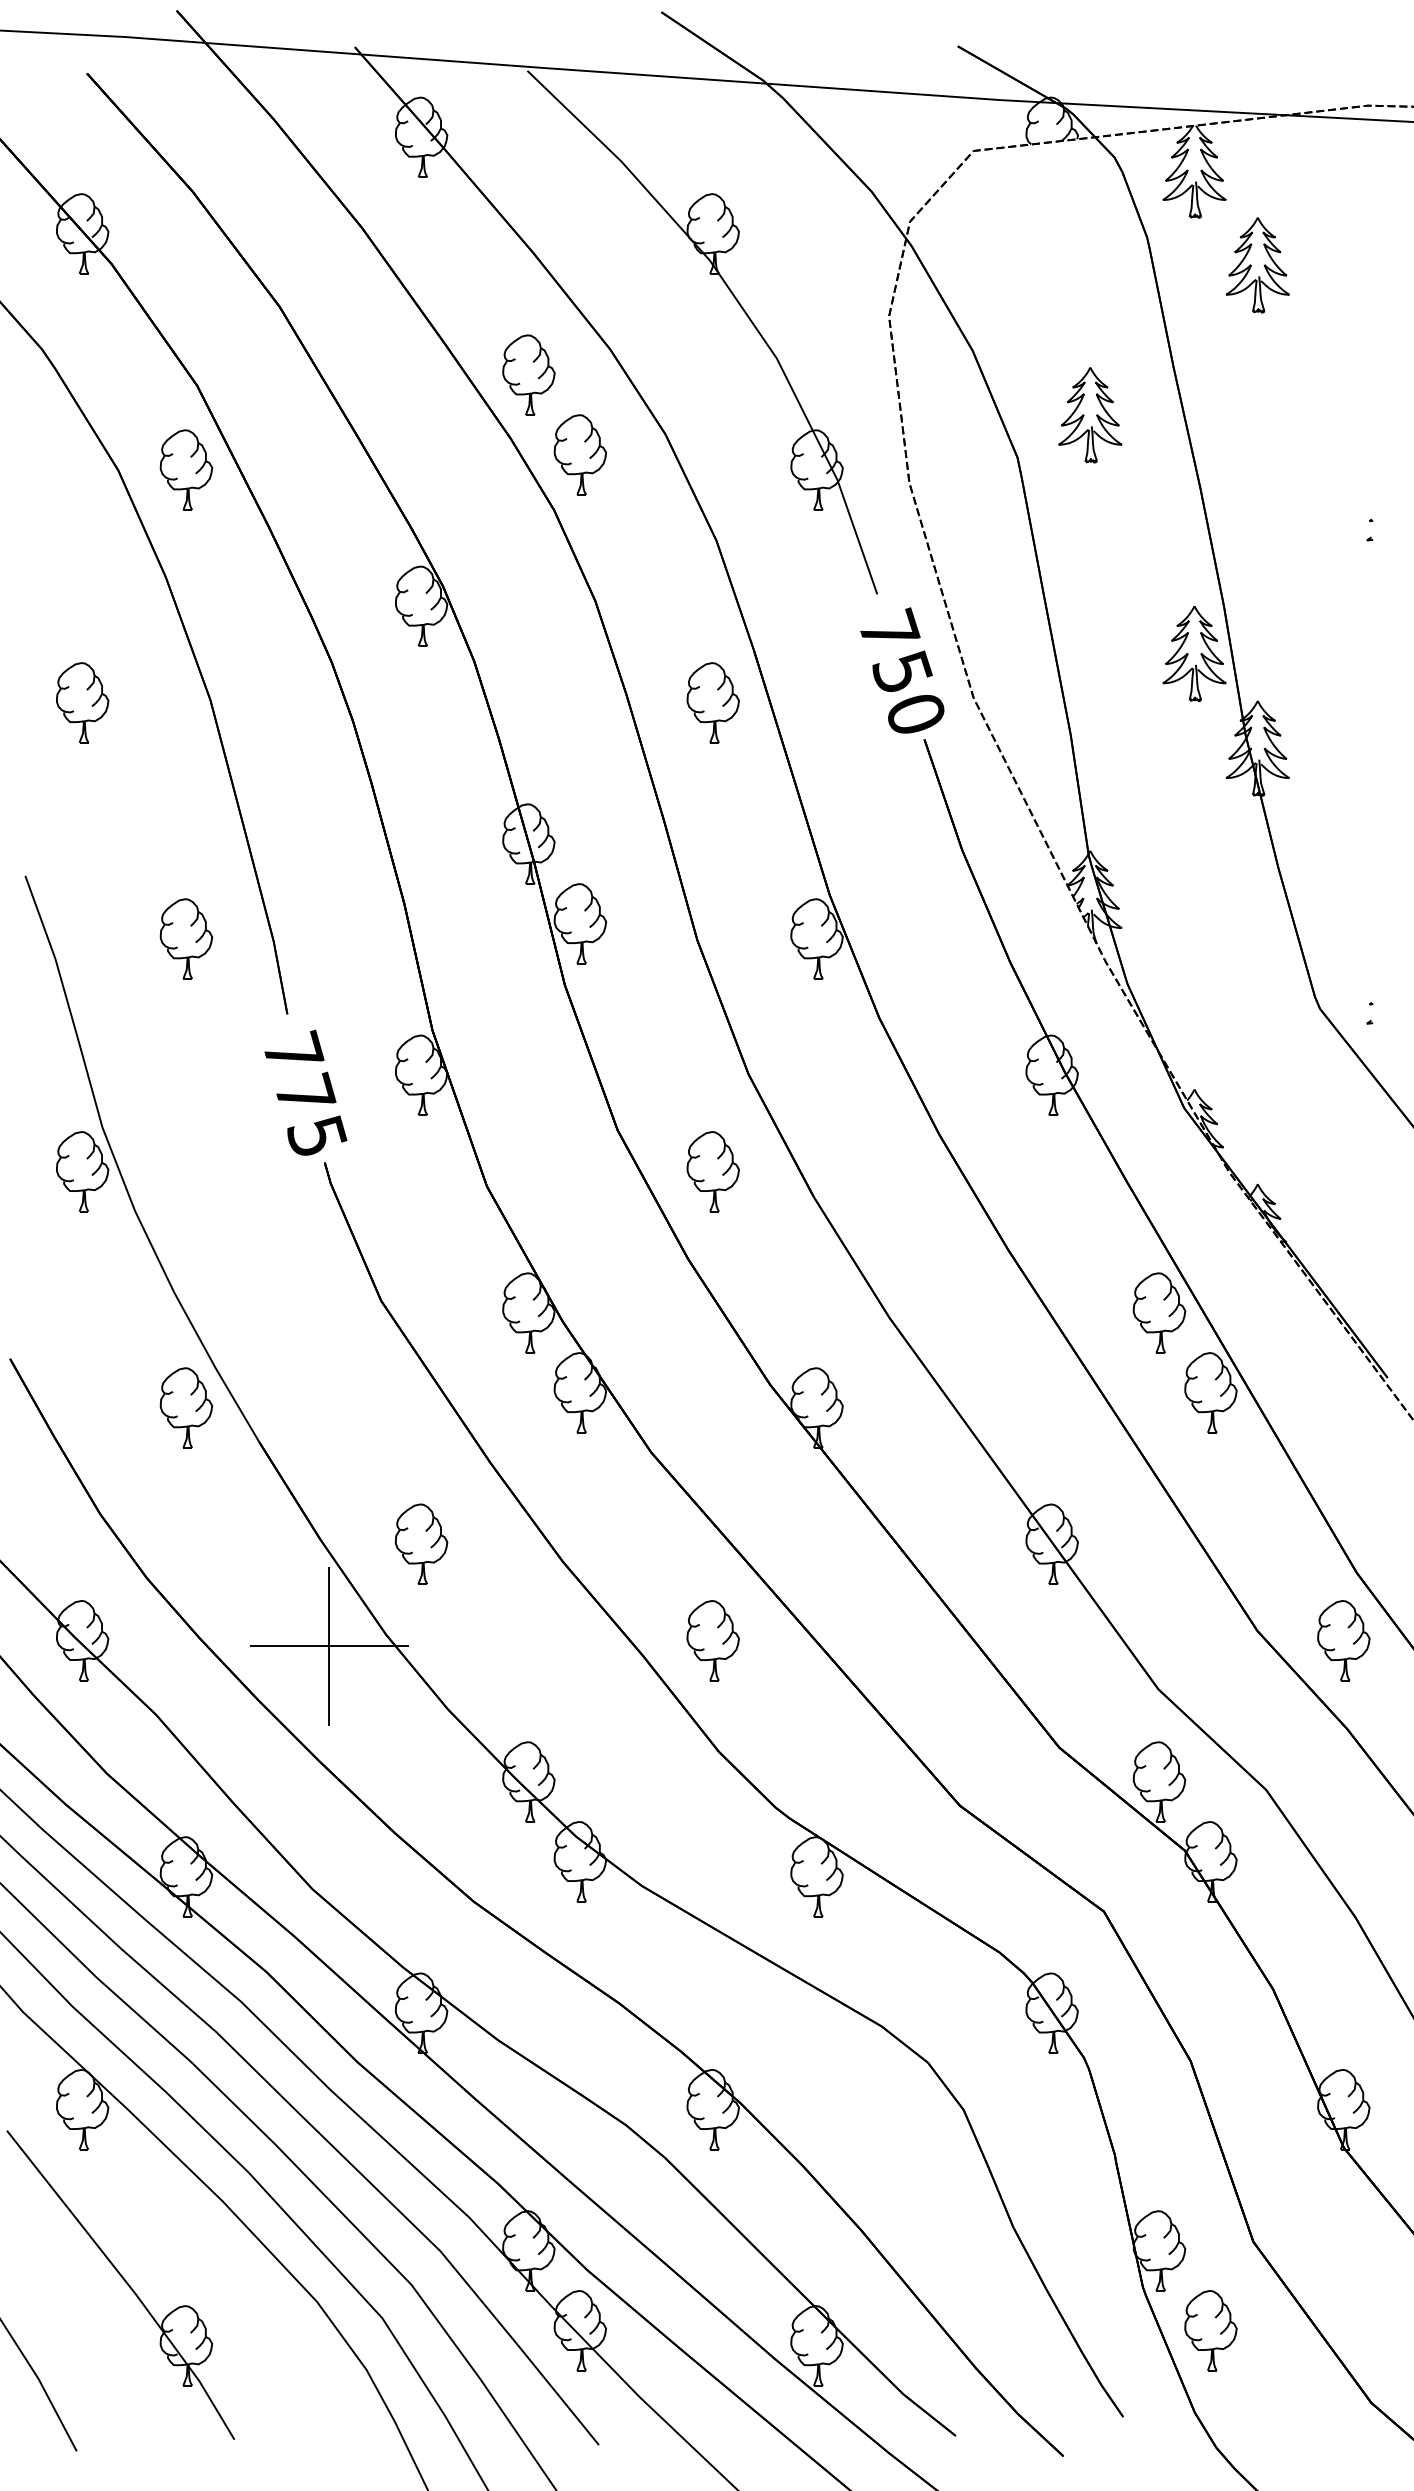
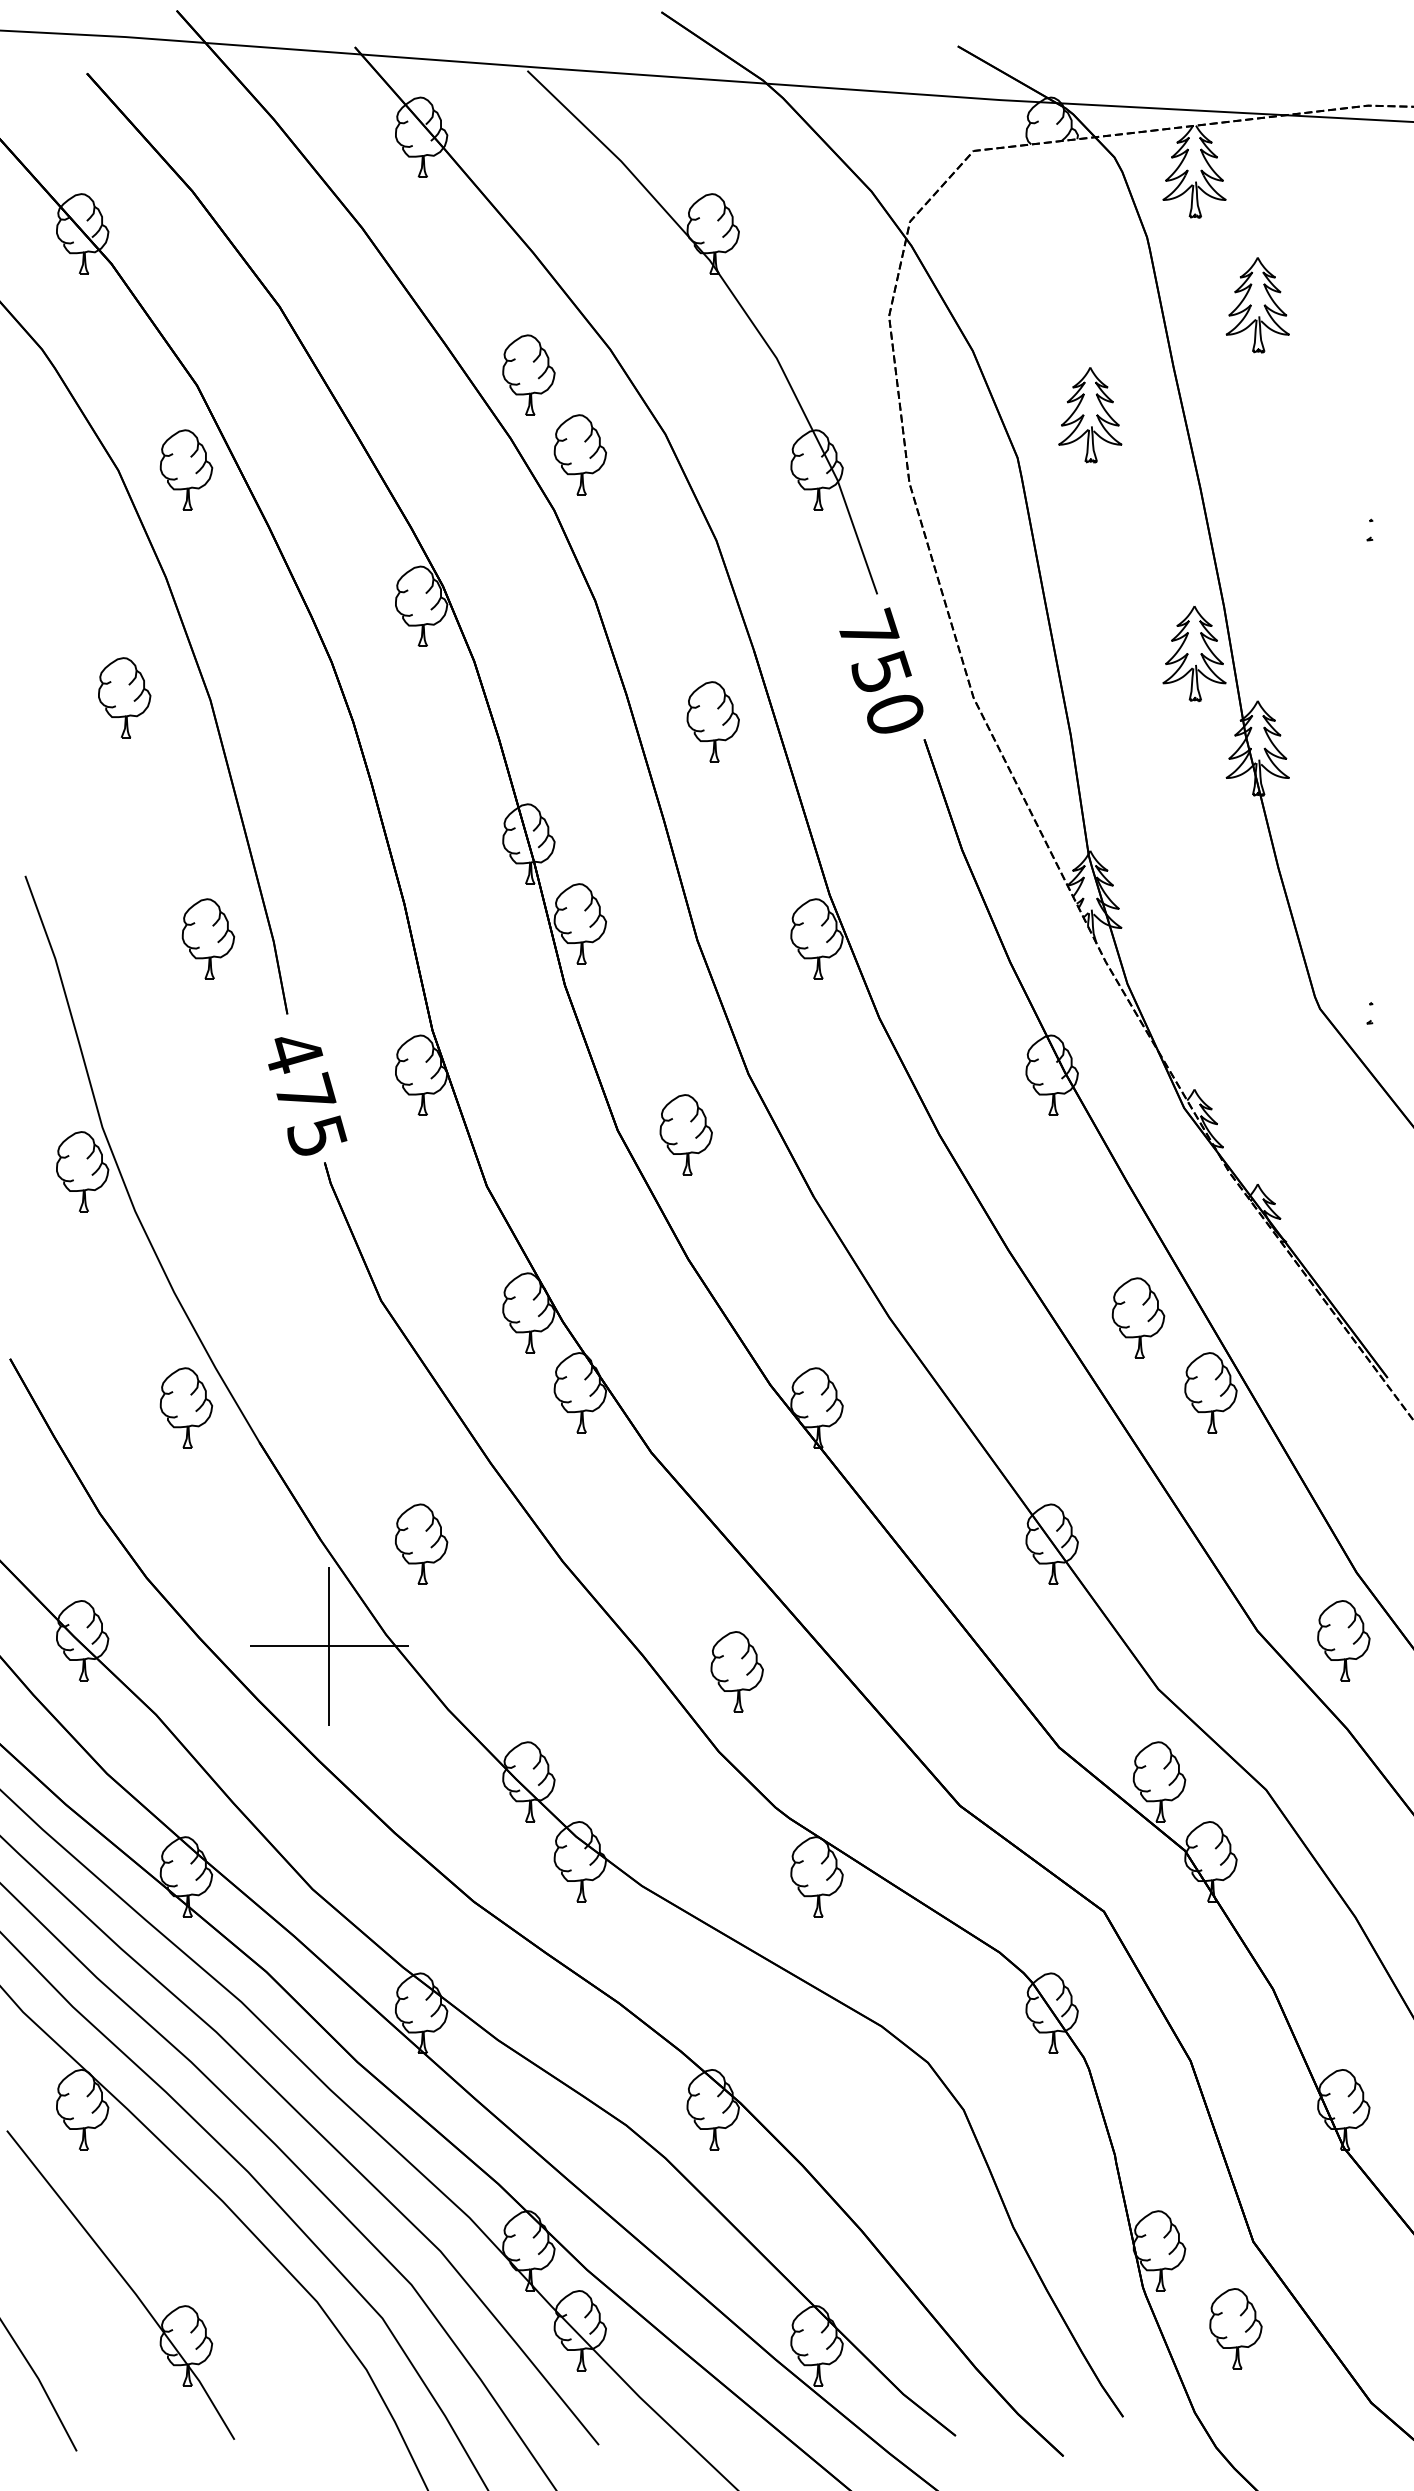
part at (1257, 265) position: (1257, 265) -> (1257, 305)
text at (902, 670) position: (902, 670) -> (881, 670)
part at (82, 702) position: (82, 702) -> (124, 697)
part at (712, 702) position: (712, 702) -> (712, 721)
part at (185, 938) position: (185, 938) -> (207, 938)
text at (294, 1051): 775 -> 475
part at (712, 1171) position: (712, 1171) -> (685, 1134)
part at (1159, 1312) position: (1159, 1312) -> (1138, 1317)
part at (712, 1640) position: (712, 1640) -> (736, 1671)
part at (1210, 2330) position: (1210, 2330) -> (1235, 2328)
